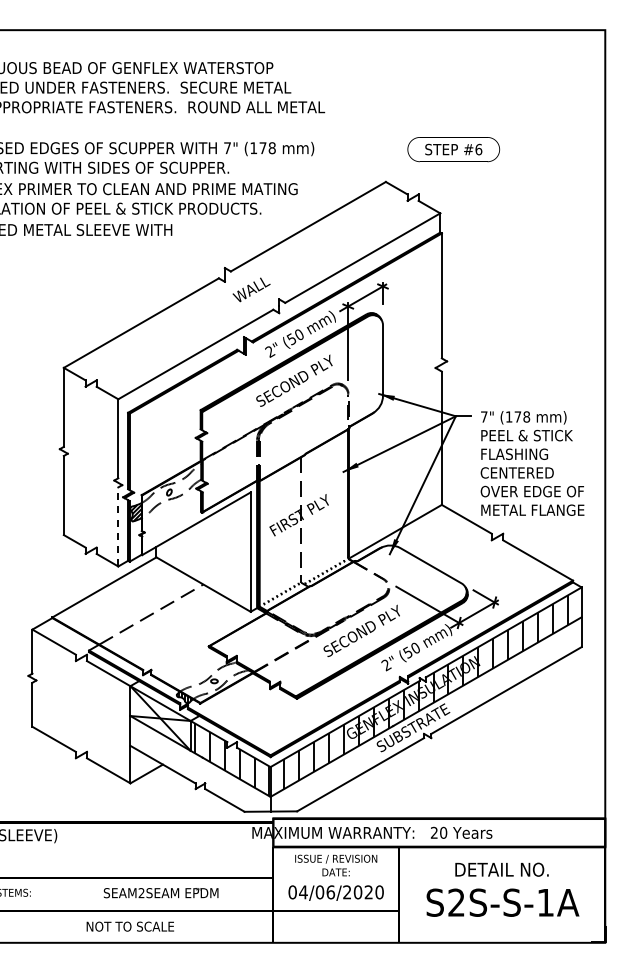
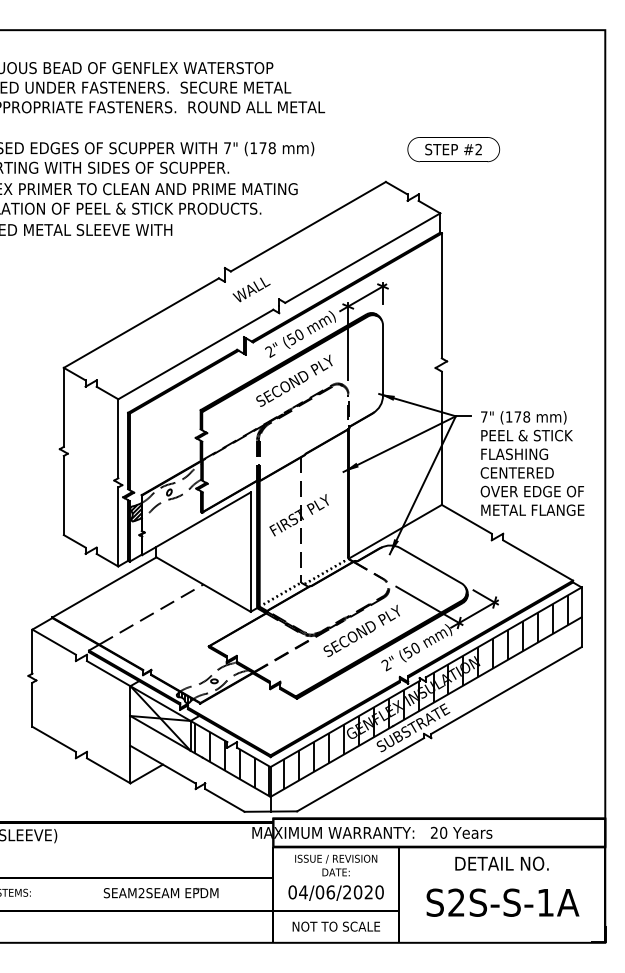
text at (478, 149): #6 -> #2
line at (118, 526): dashed -> solid
text at (501, 869) position: (501, 869) -> (501, 863)
text at (129, 926) position: (129, 926) -> (335, 926)
